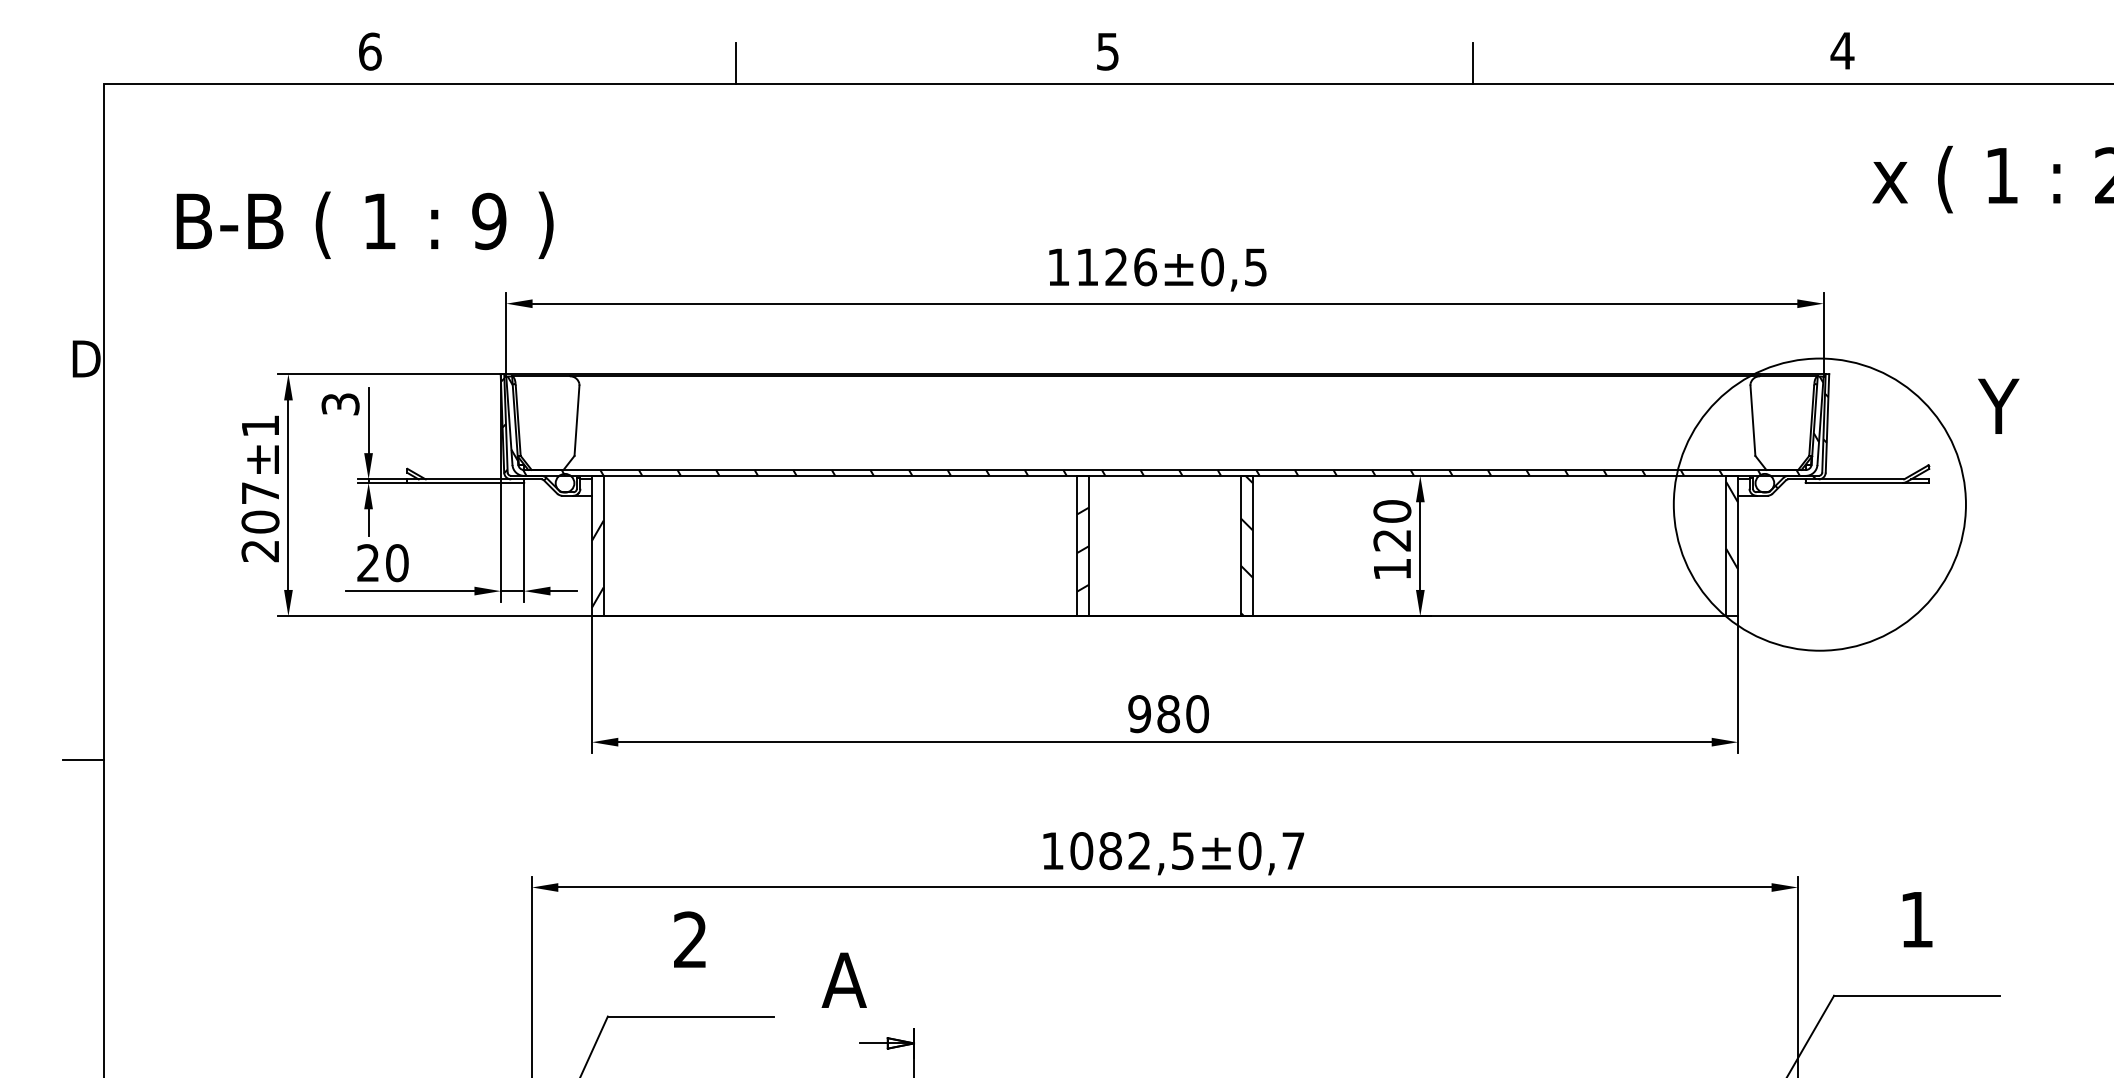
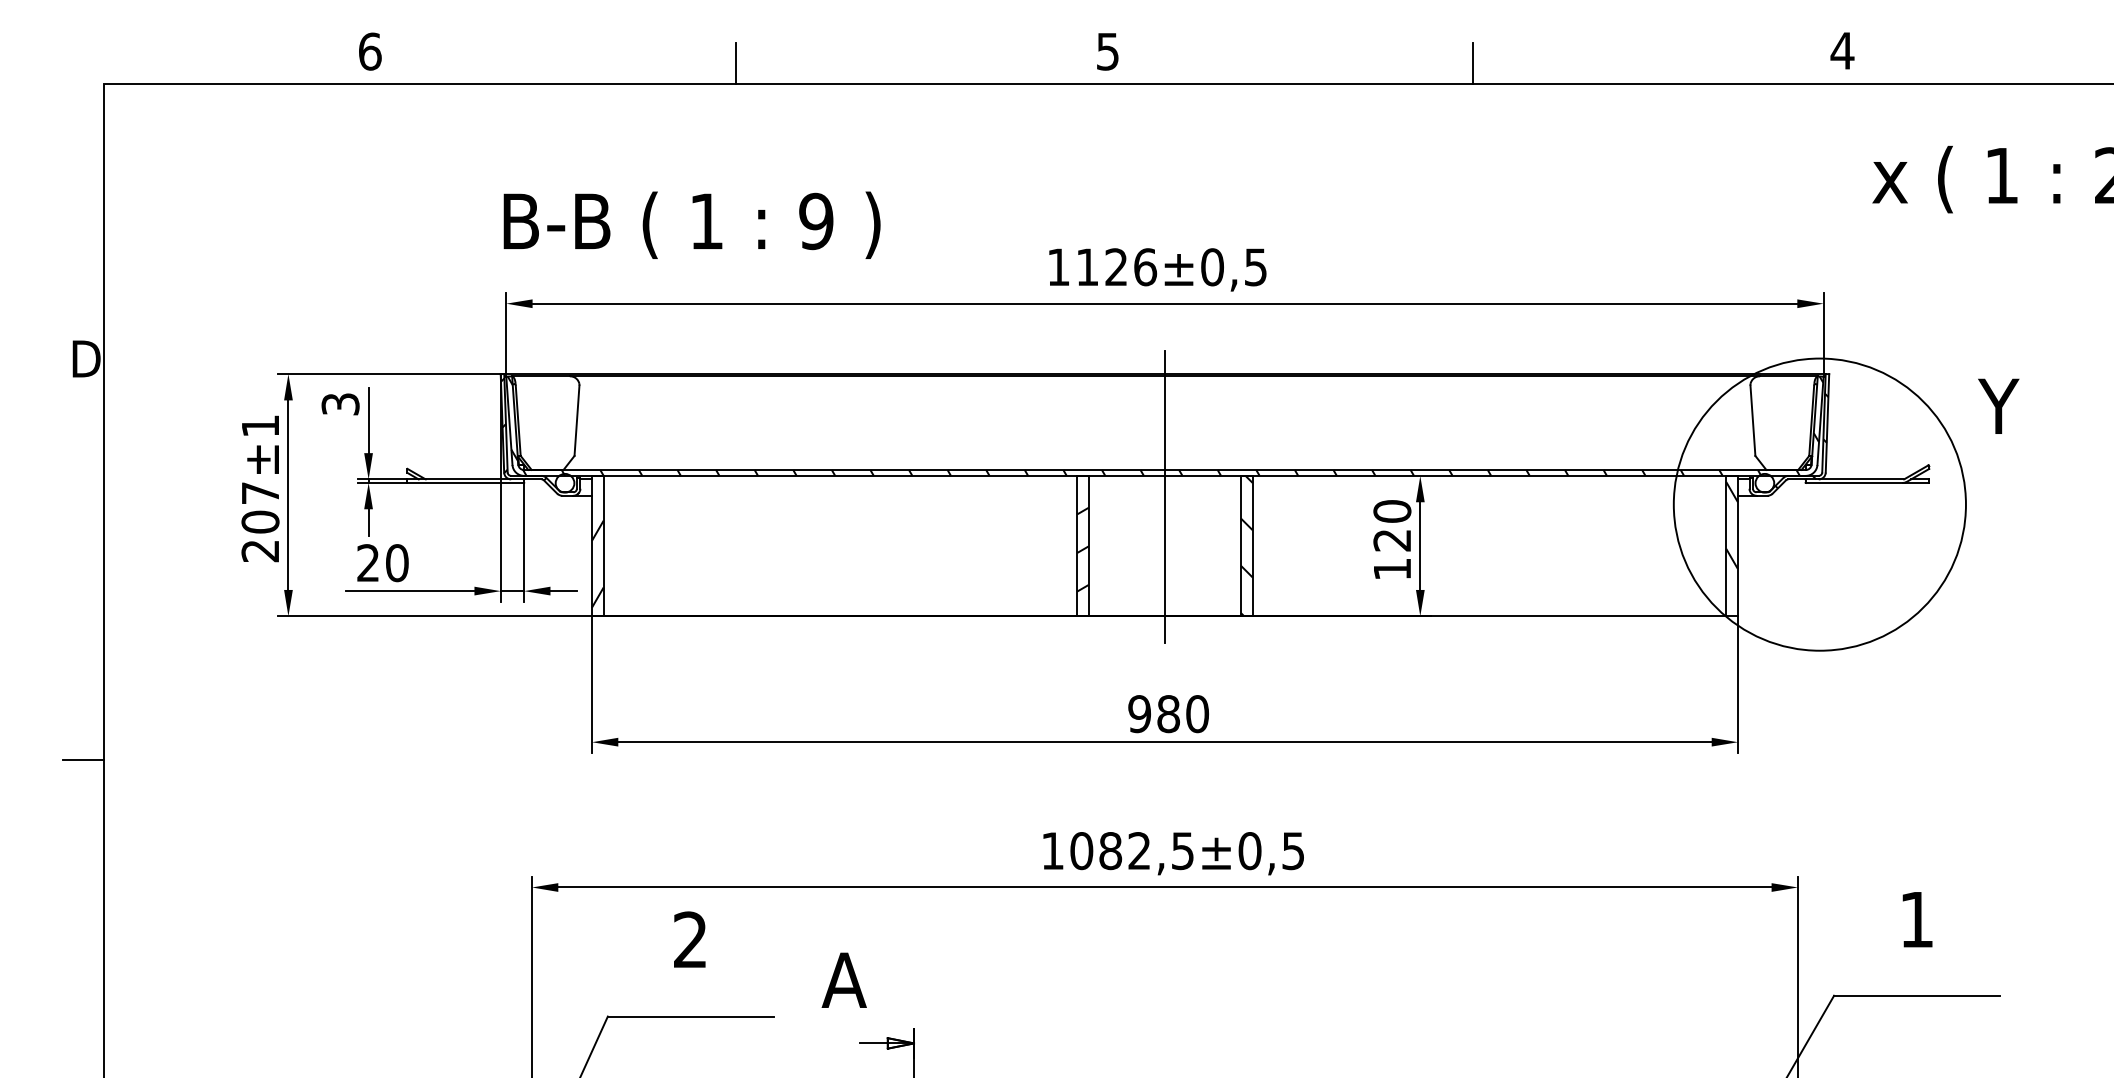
text at (364, 224) position: (364, 224) -> (691, 224)
line at (1164, 496): none -> present
text at (1293, 851): ±0,7 -> ±0,5
